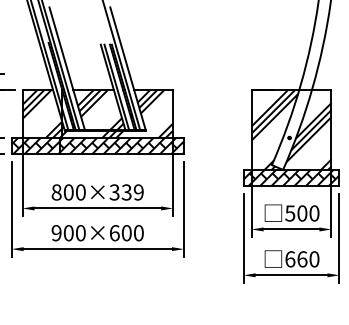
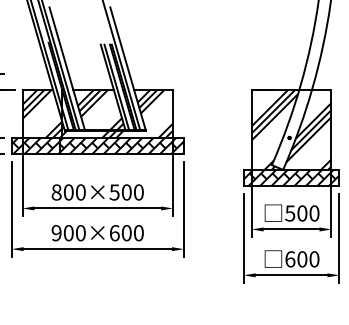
text at (126, 192): 800×339 -> 800×500
text at (302, 259): 660 -> 600
